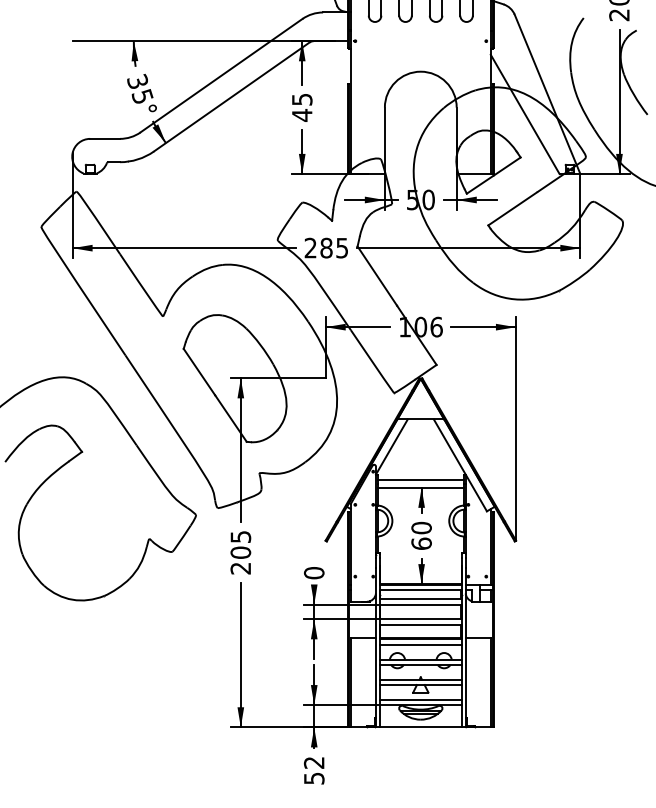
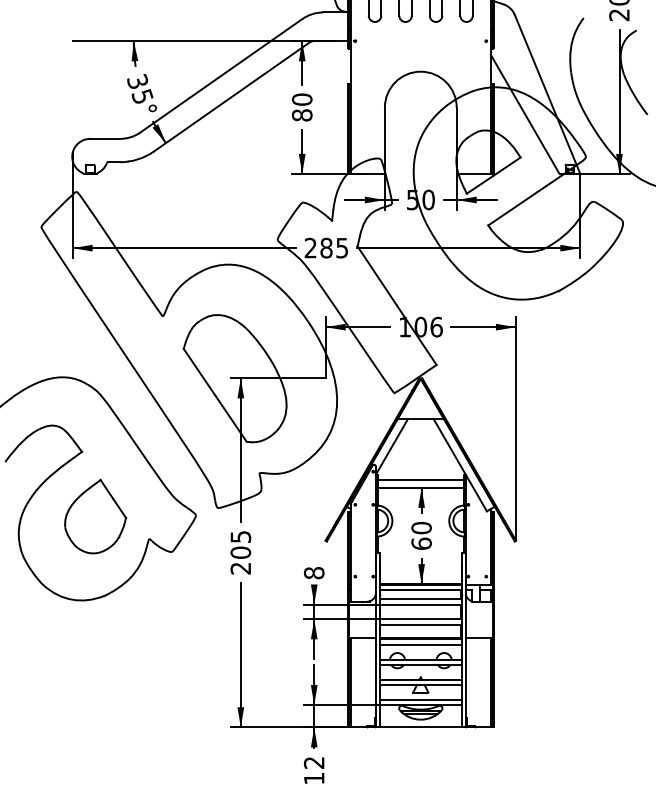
text at (301, 107): 45 -> 80
part at (95, 516): none -> present
text at (314, 573): 0 -> 8
text at (314, 778): 52 -> 12
